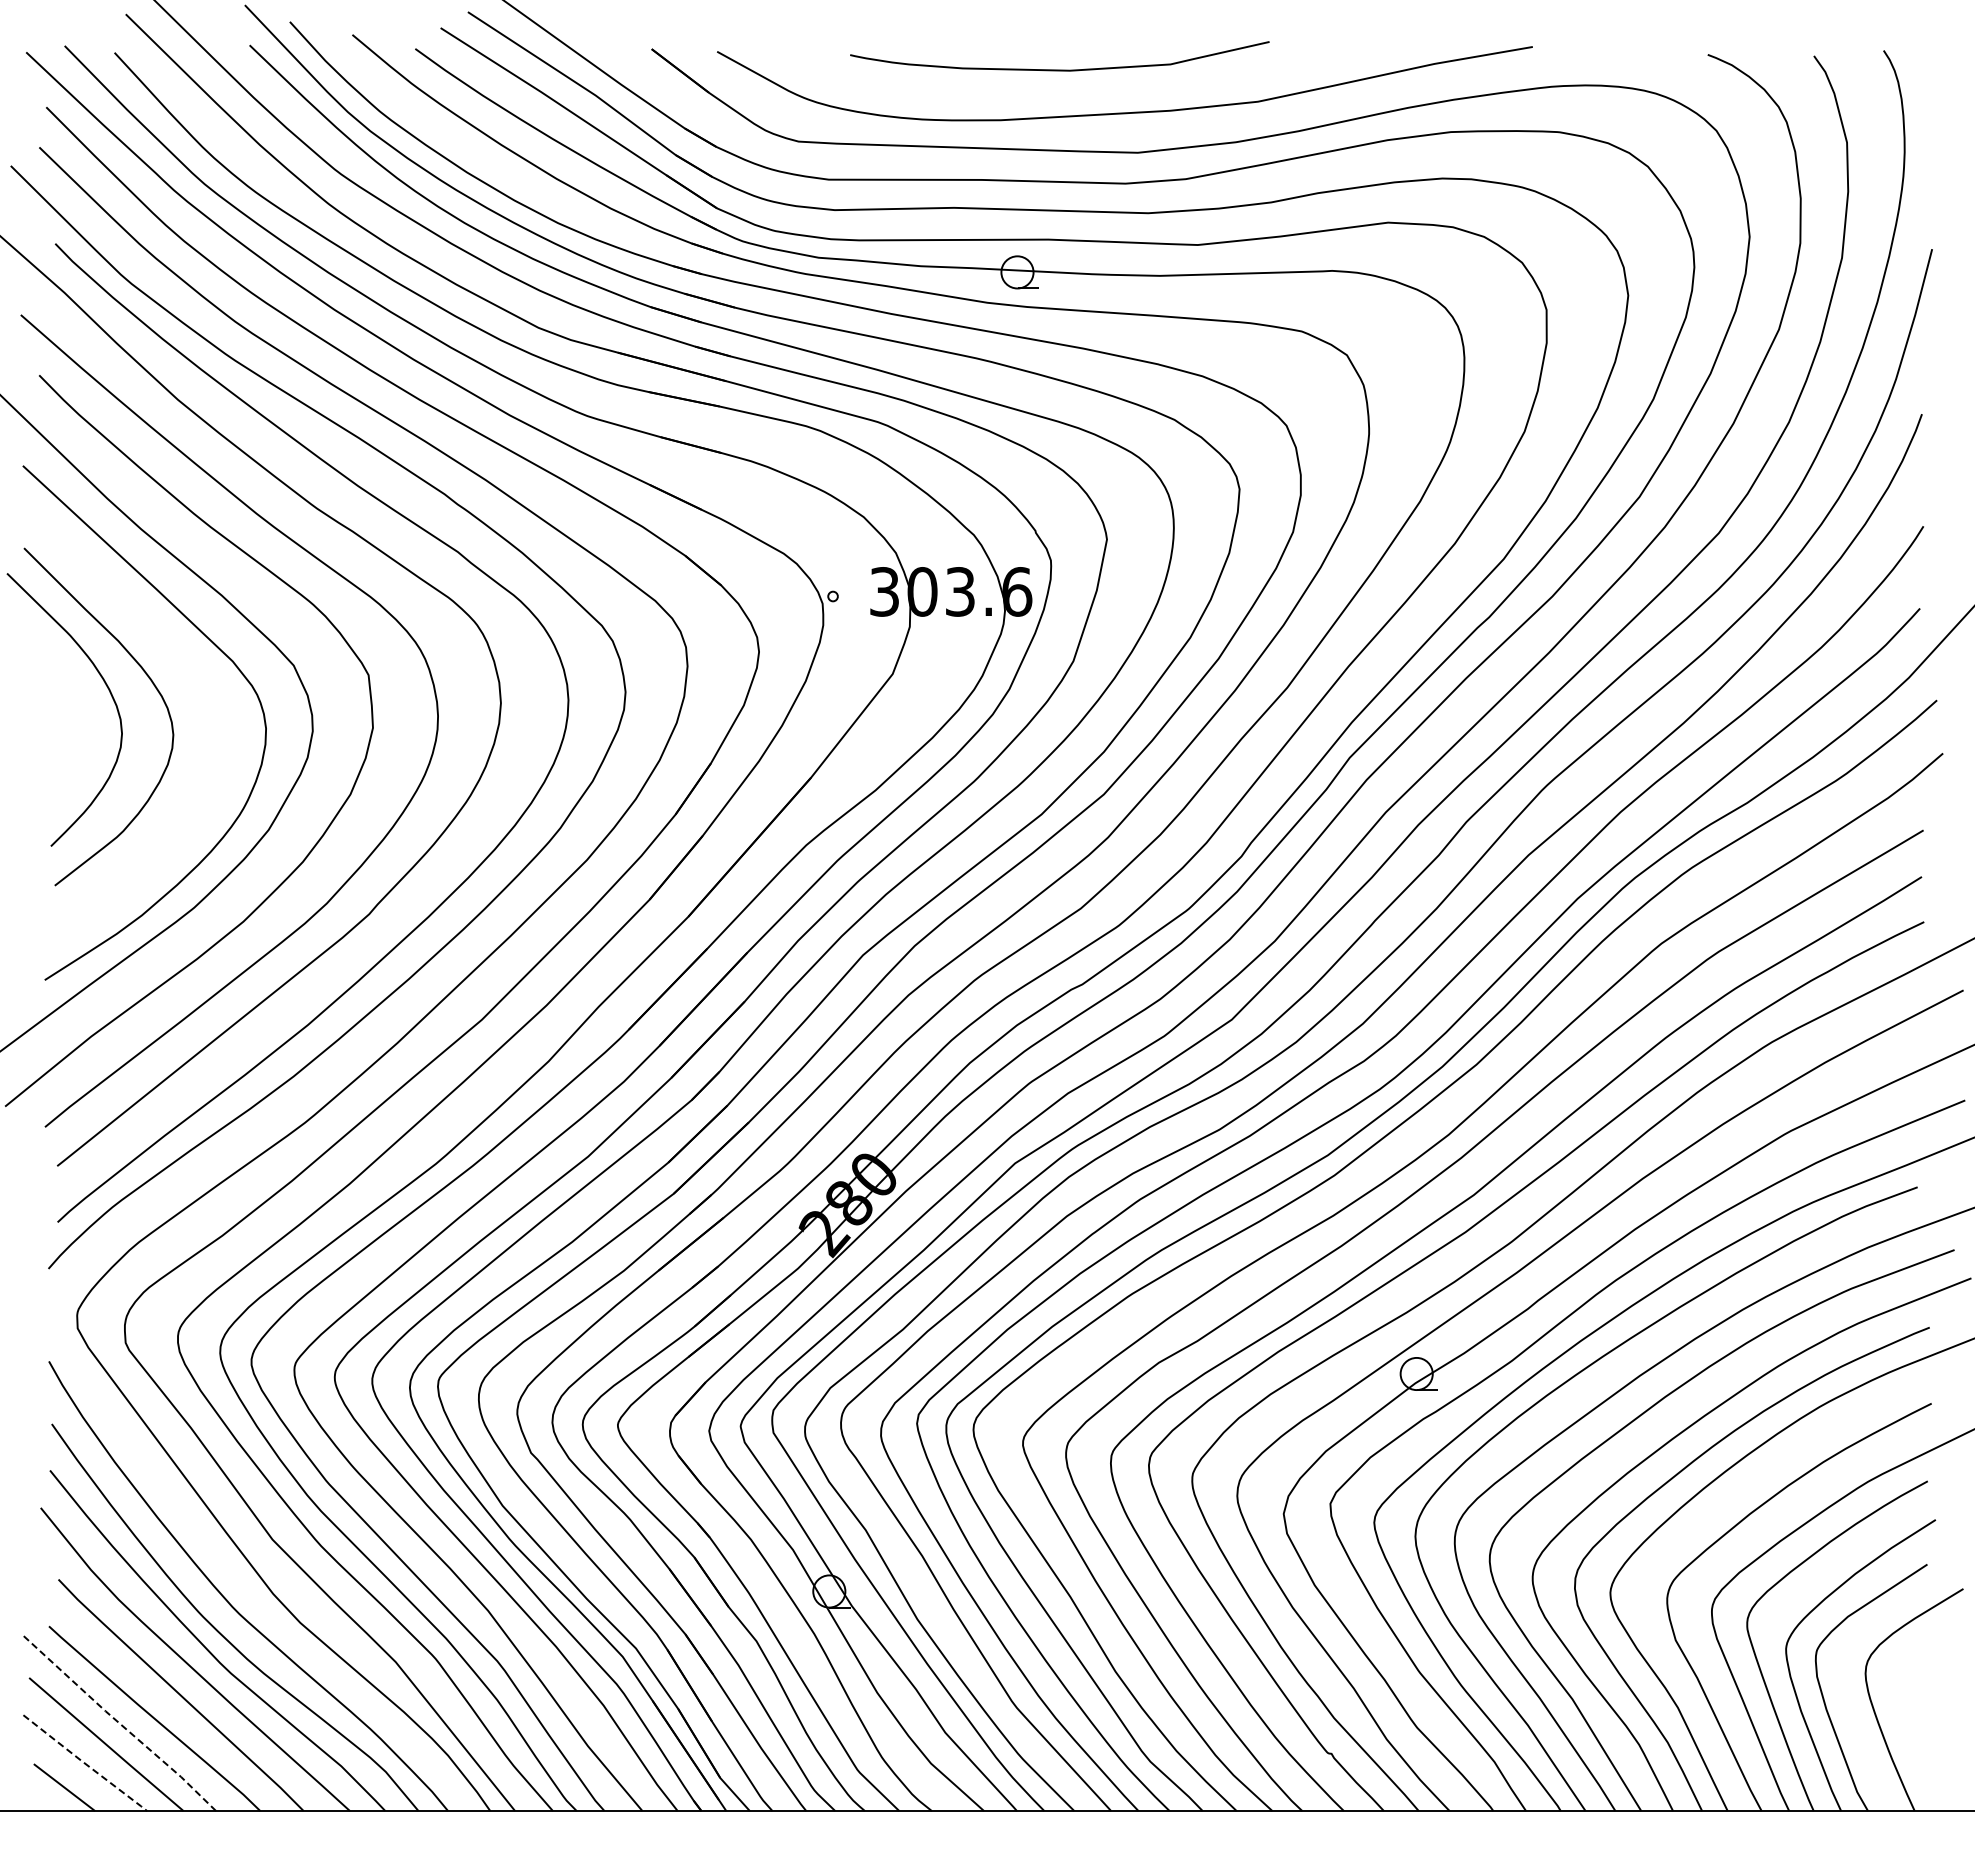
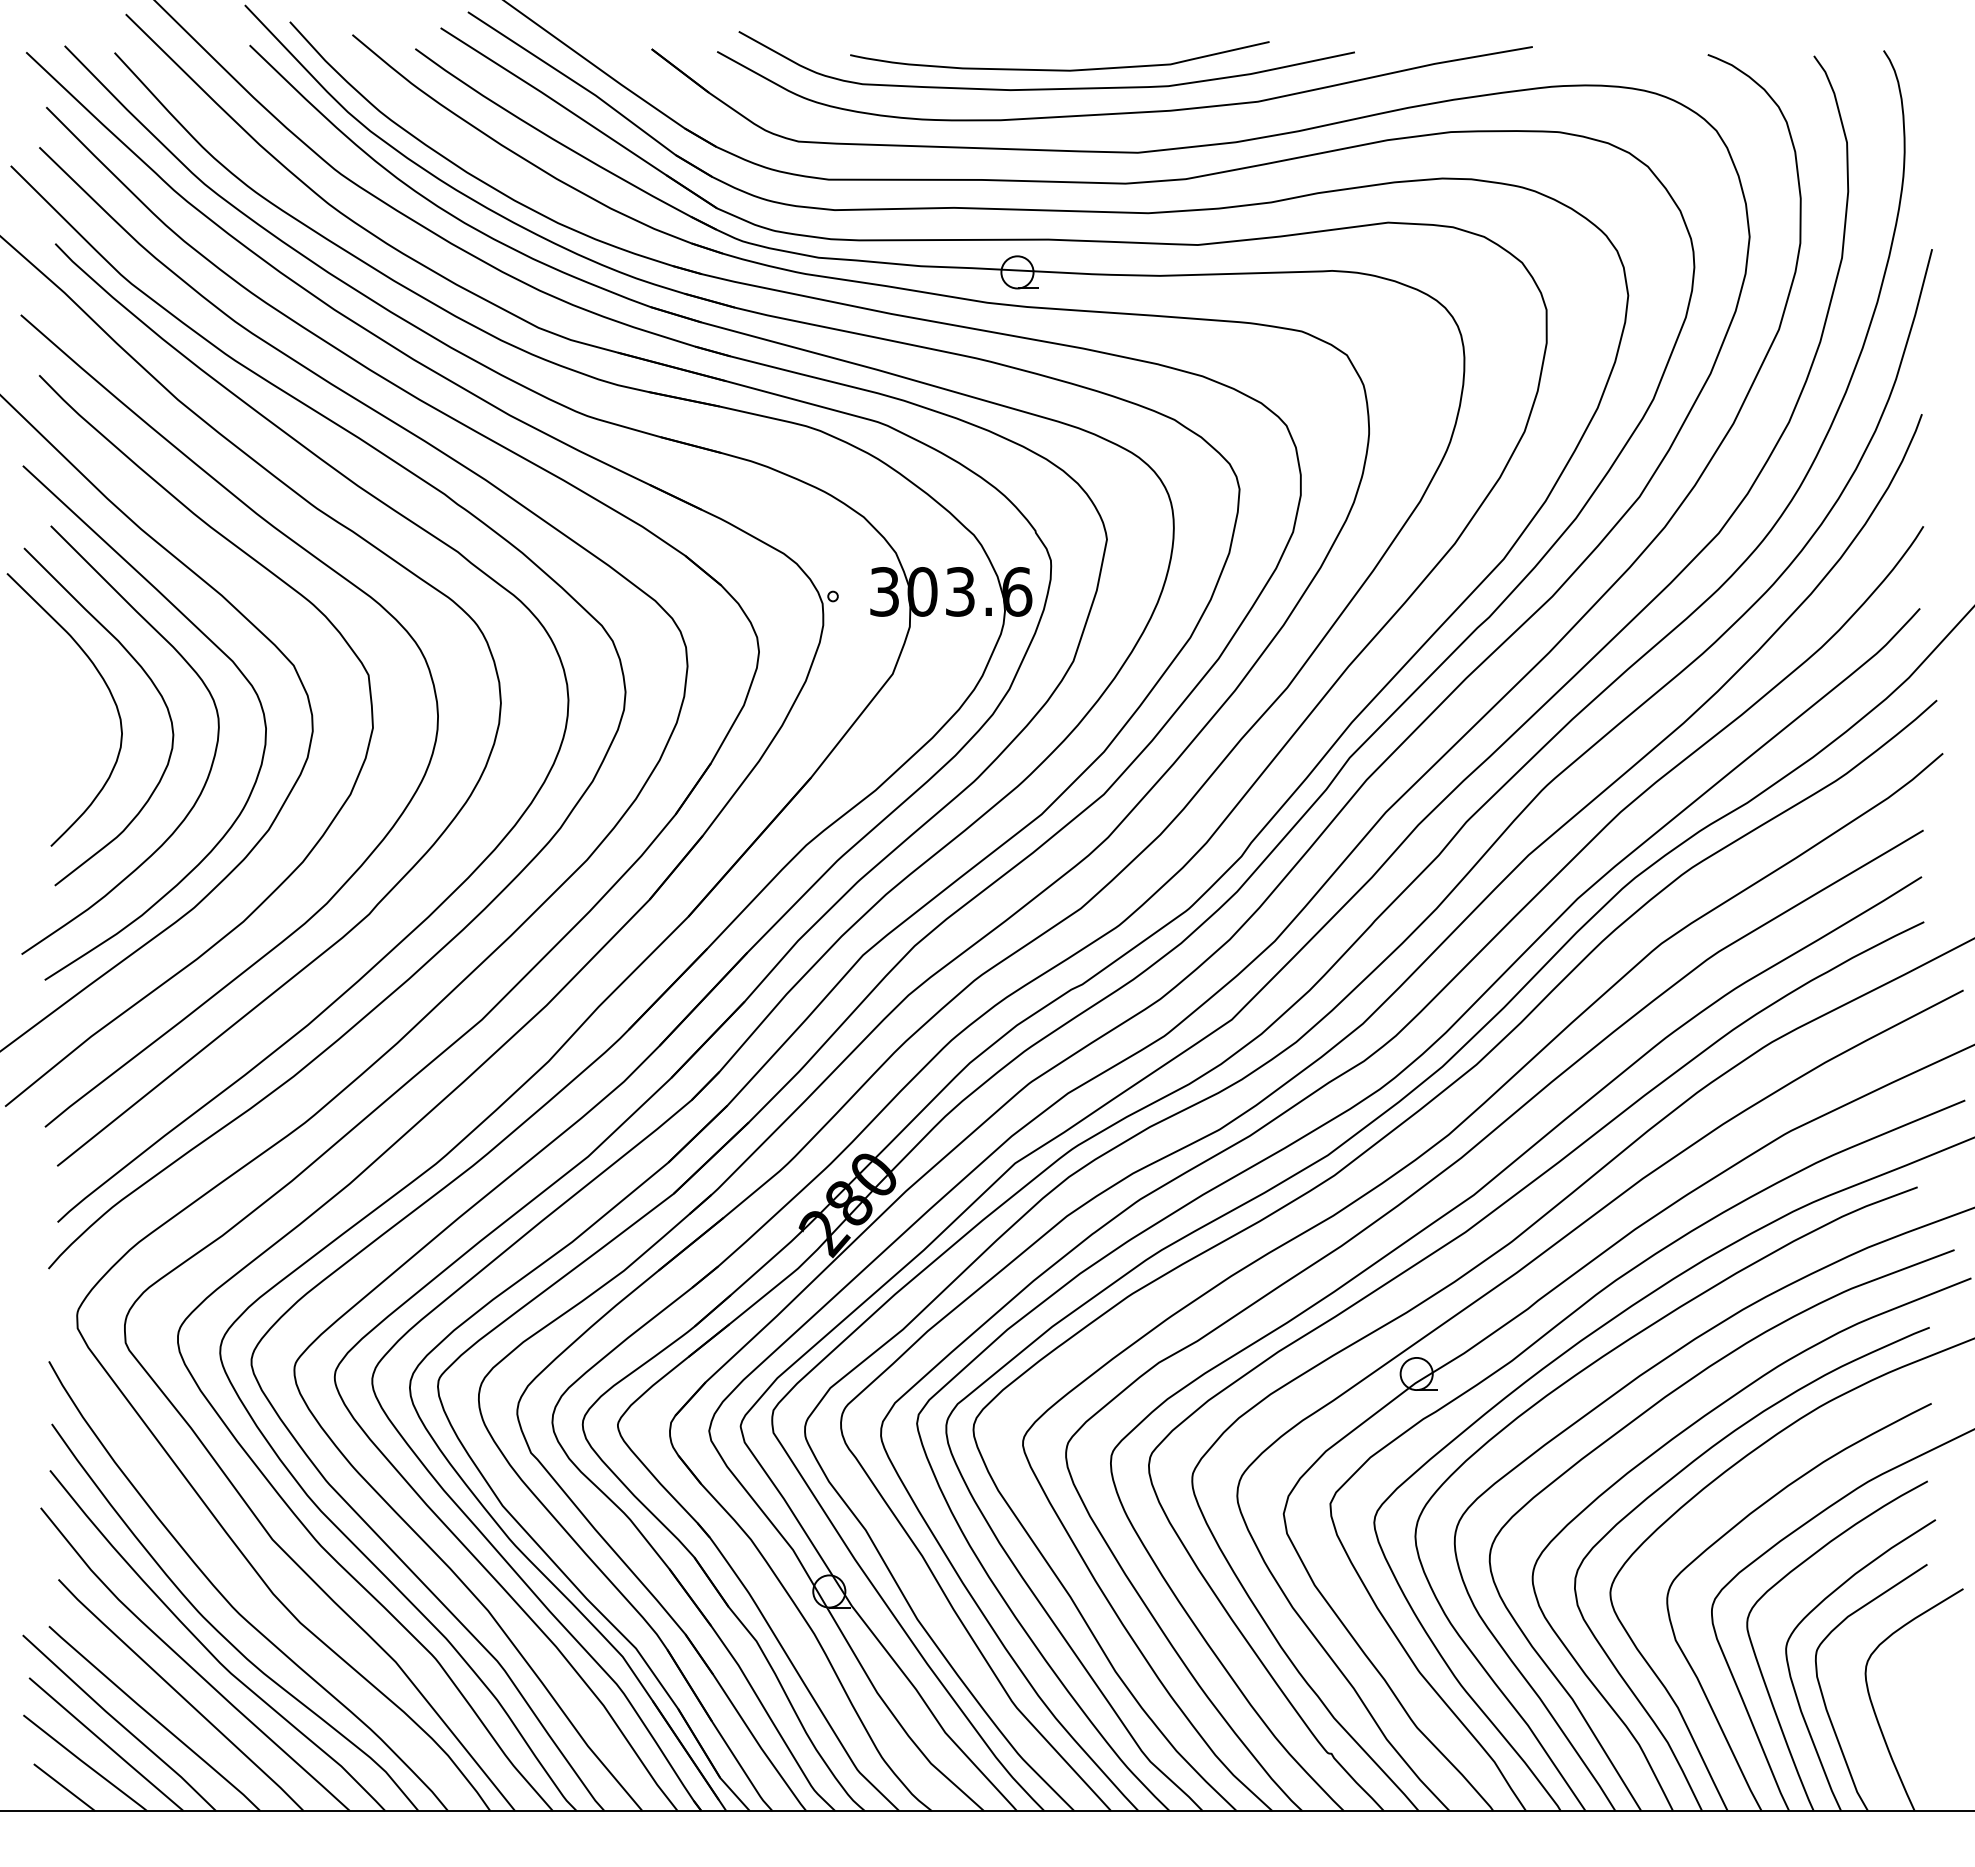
curve at (1046, 88): none -> present
curve at (211, 762): none -> present
line at (119, 1722): dashed -> solid
line at (85, 1763): dashed -> solid
